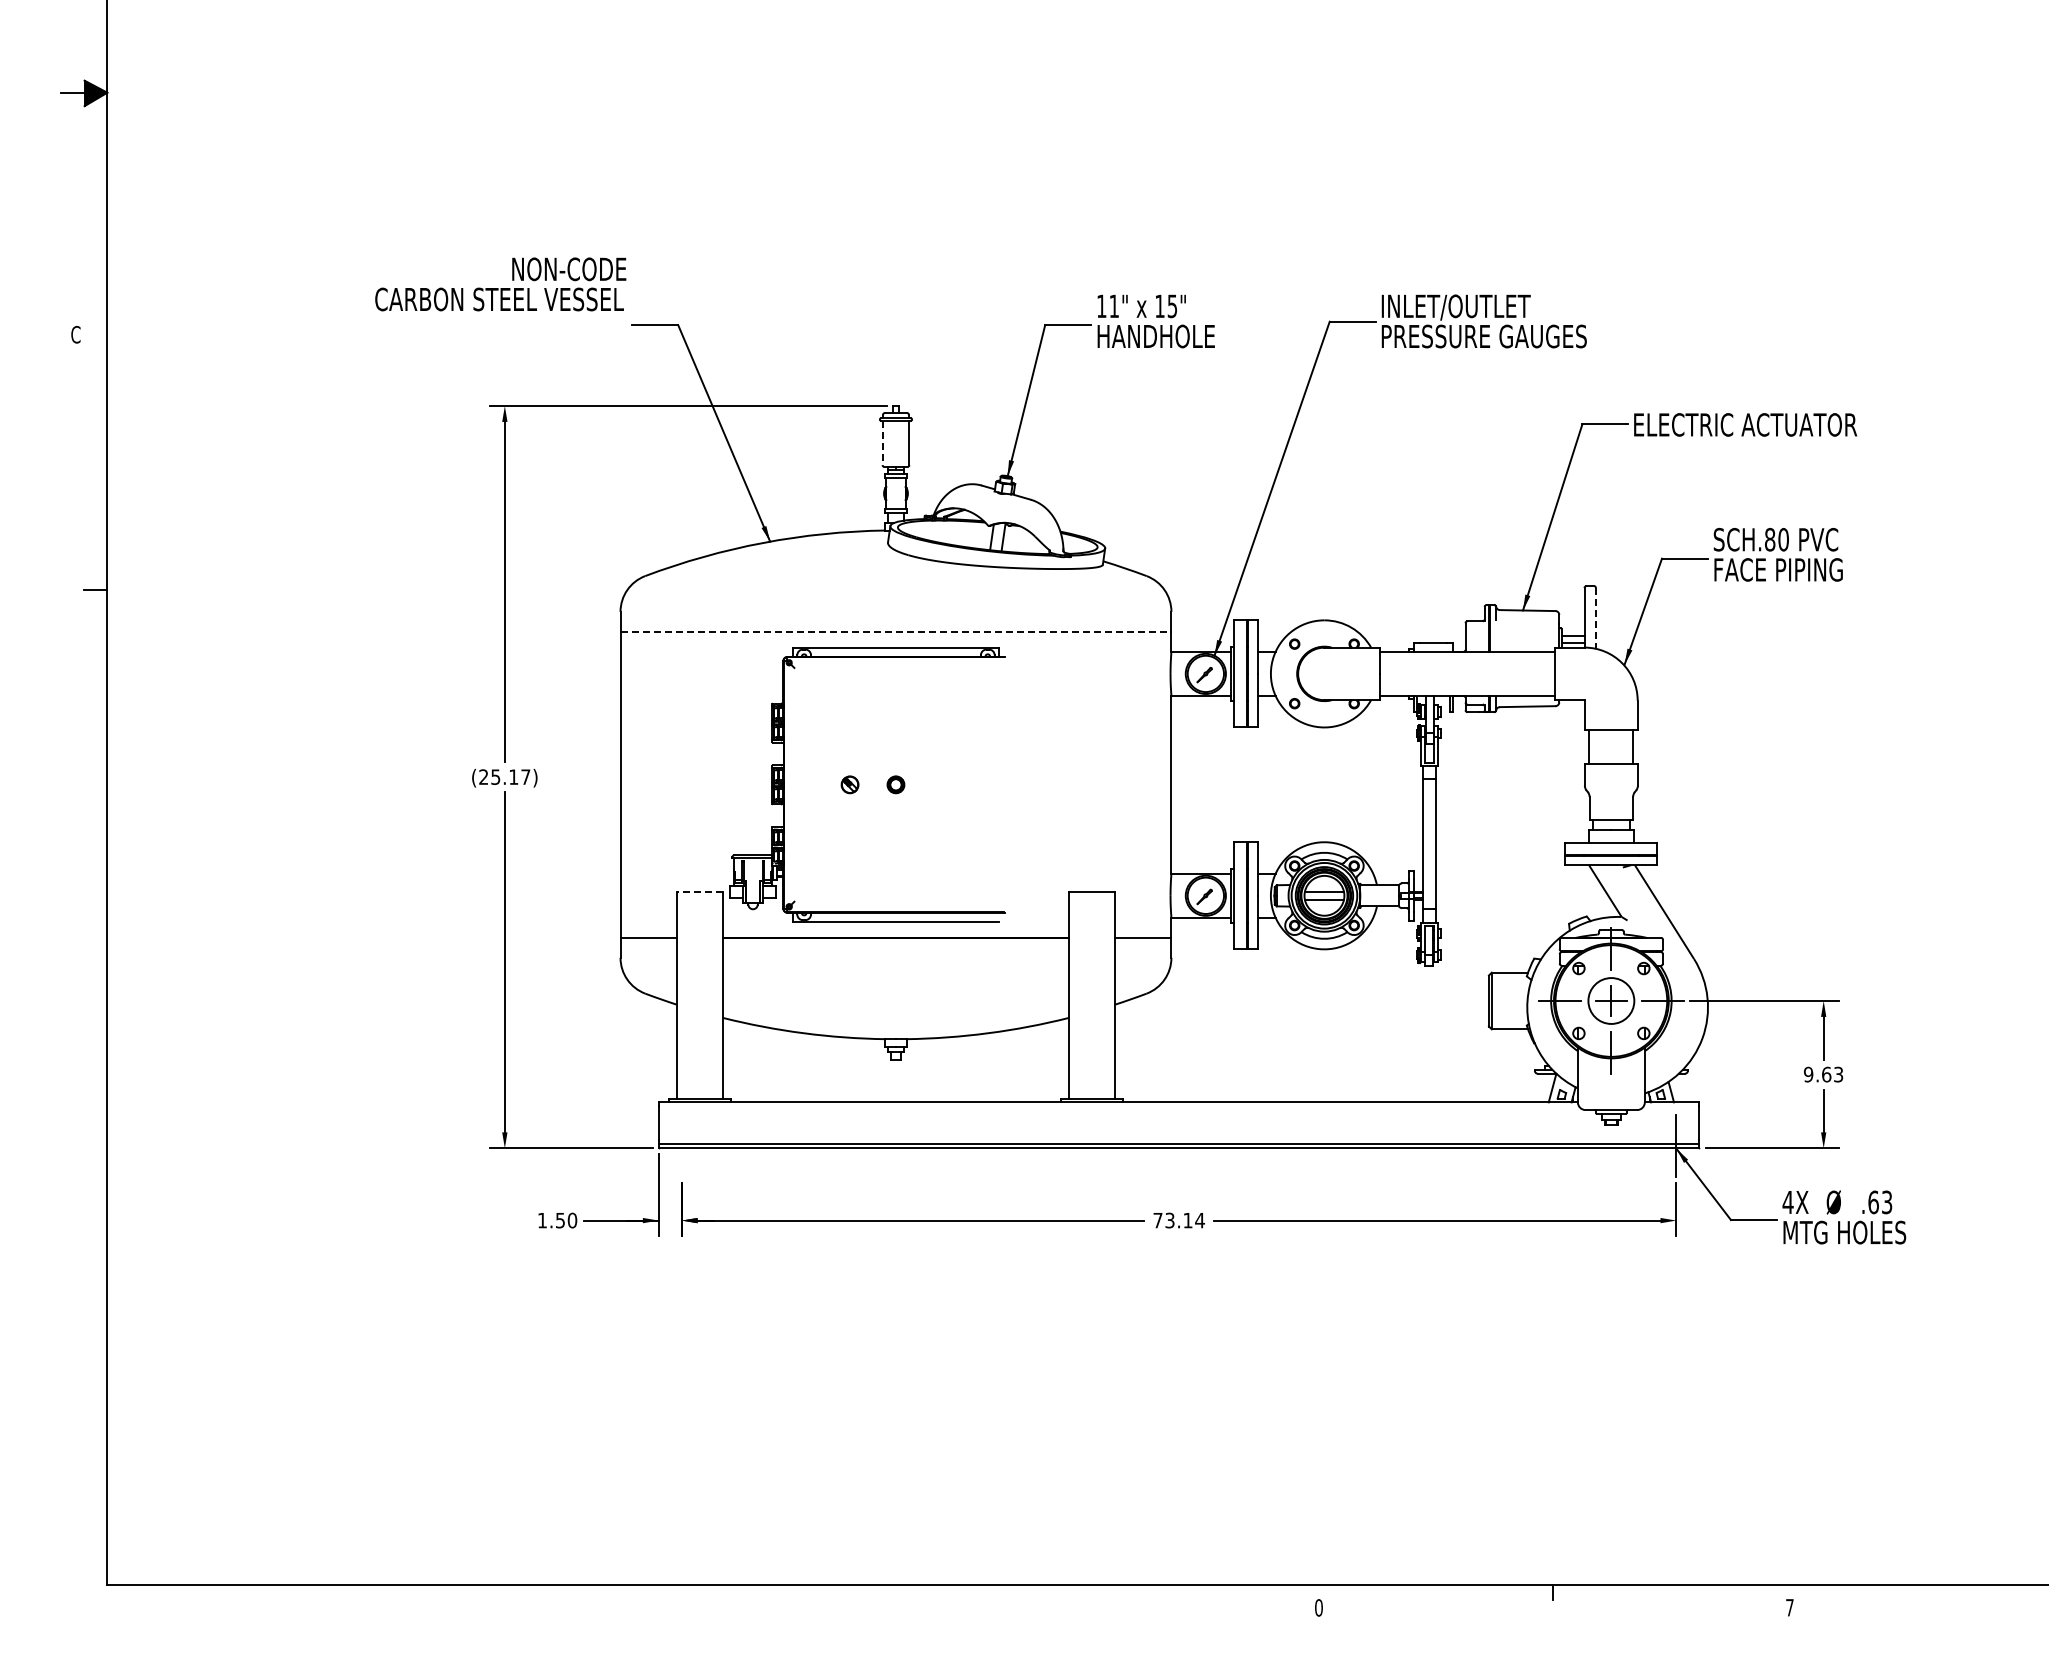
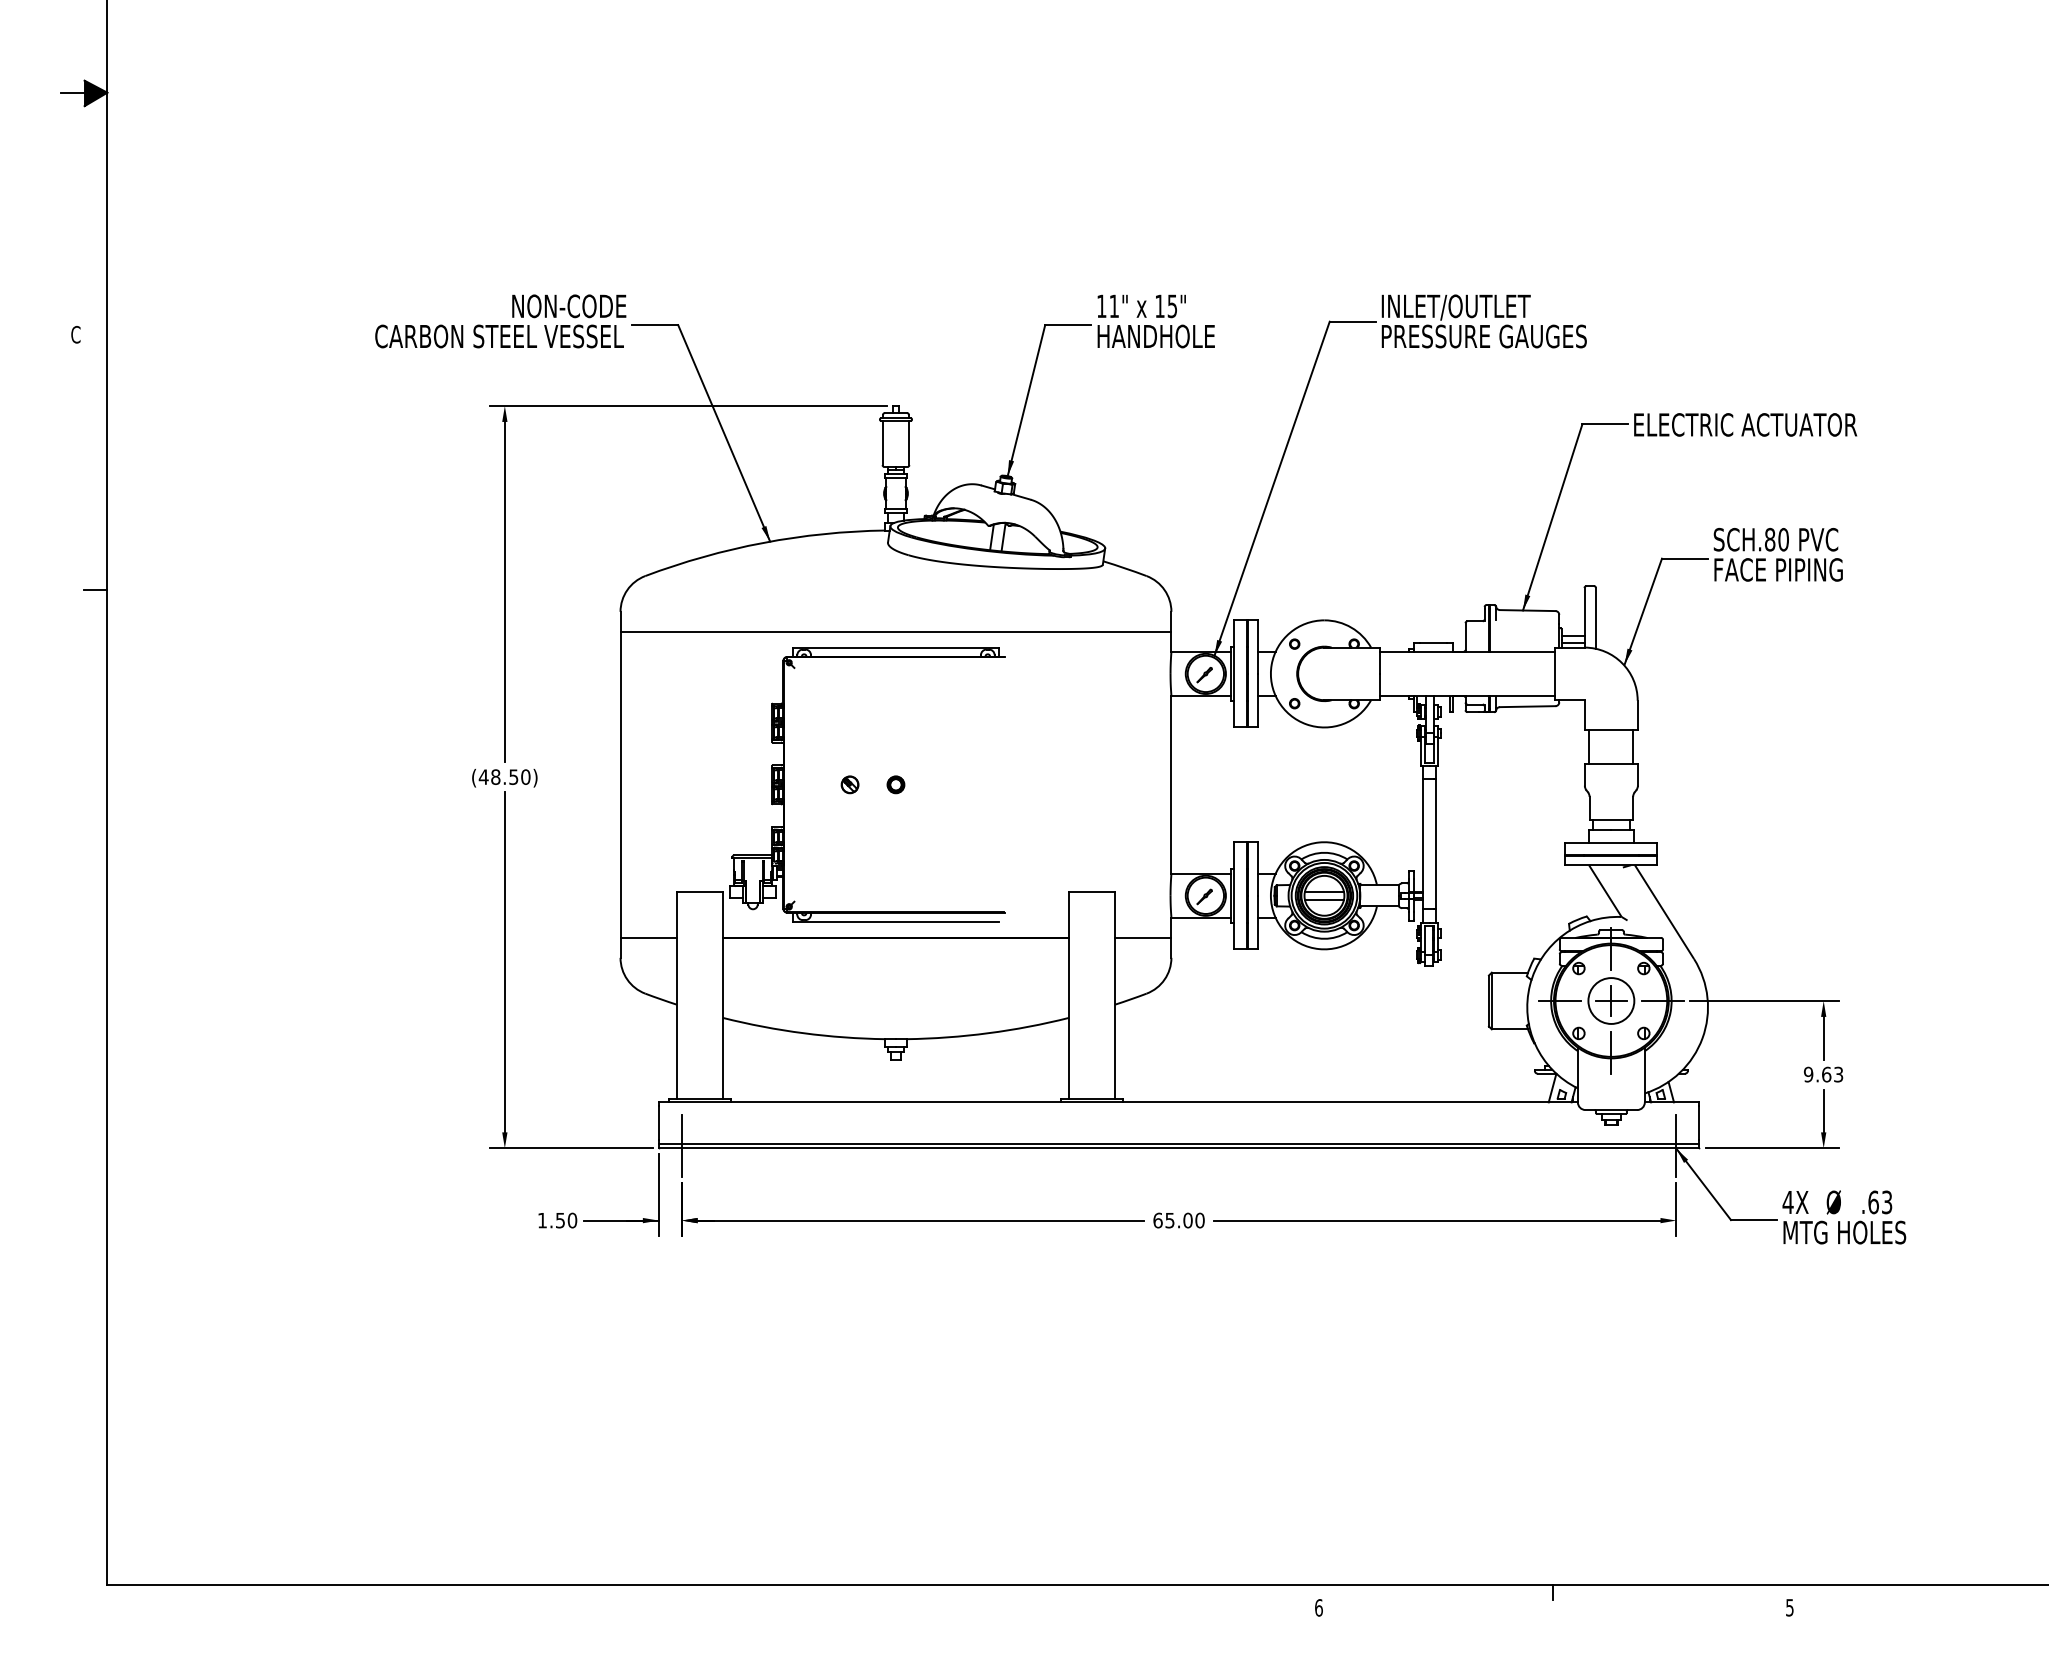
text at (500, 284) position: (500, 284) -> (500, 321)
line at (882, 443): dashed -> solid
line at (1596, 618): dashed -> solid
line at (896, 631): dashed -> solid
text at (504, 776): (25.17) -> (48.50)
line at (699, 891): dashed -> solid
line at (681, 1145): none -> present
text at (1178, 1220): 73.14 -> 65.00
text at (1318, 1607): 0 -> 6
text at (1789, 1607): 7 -> 5
